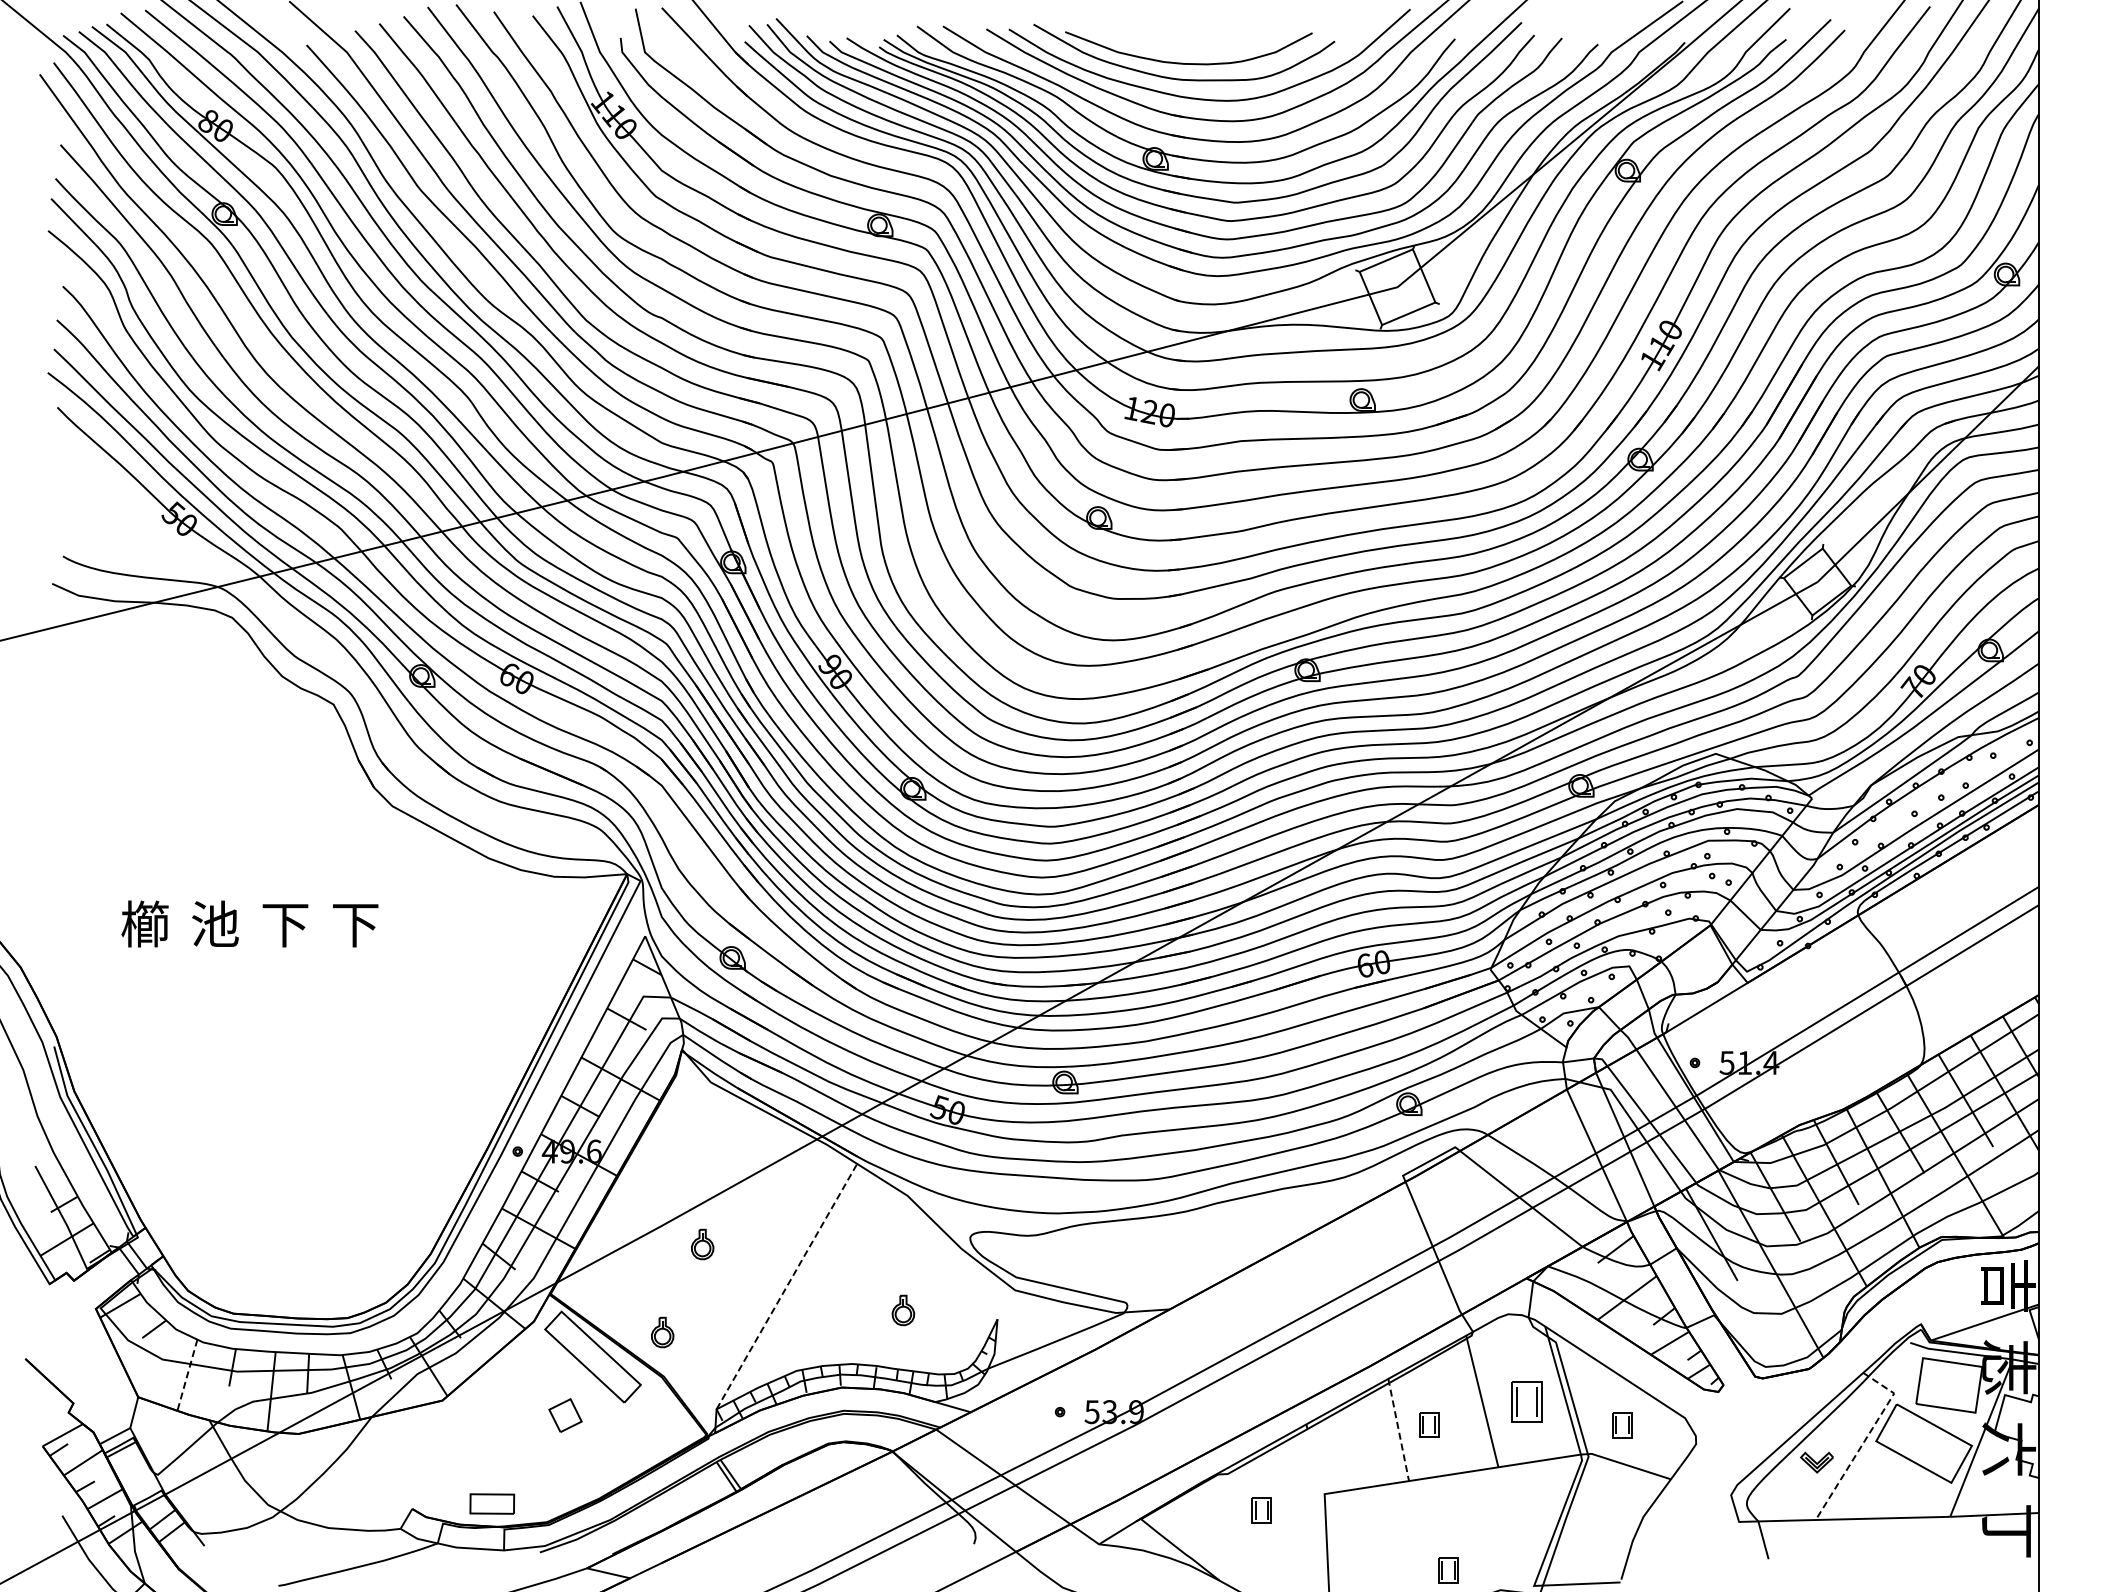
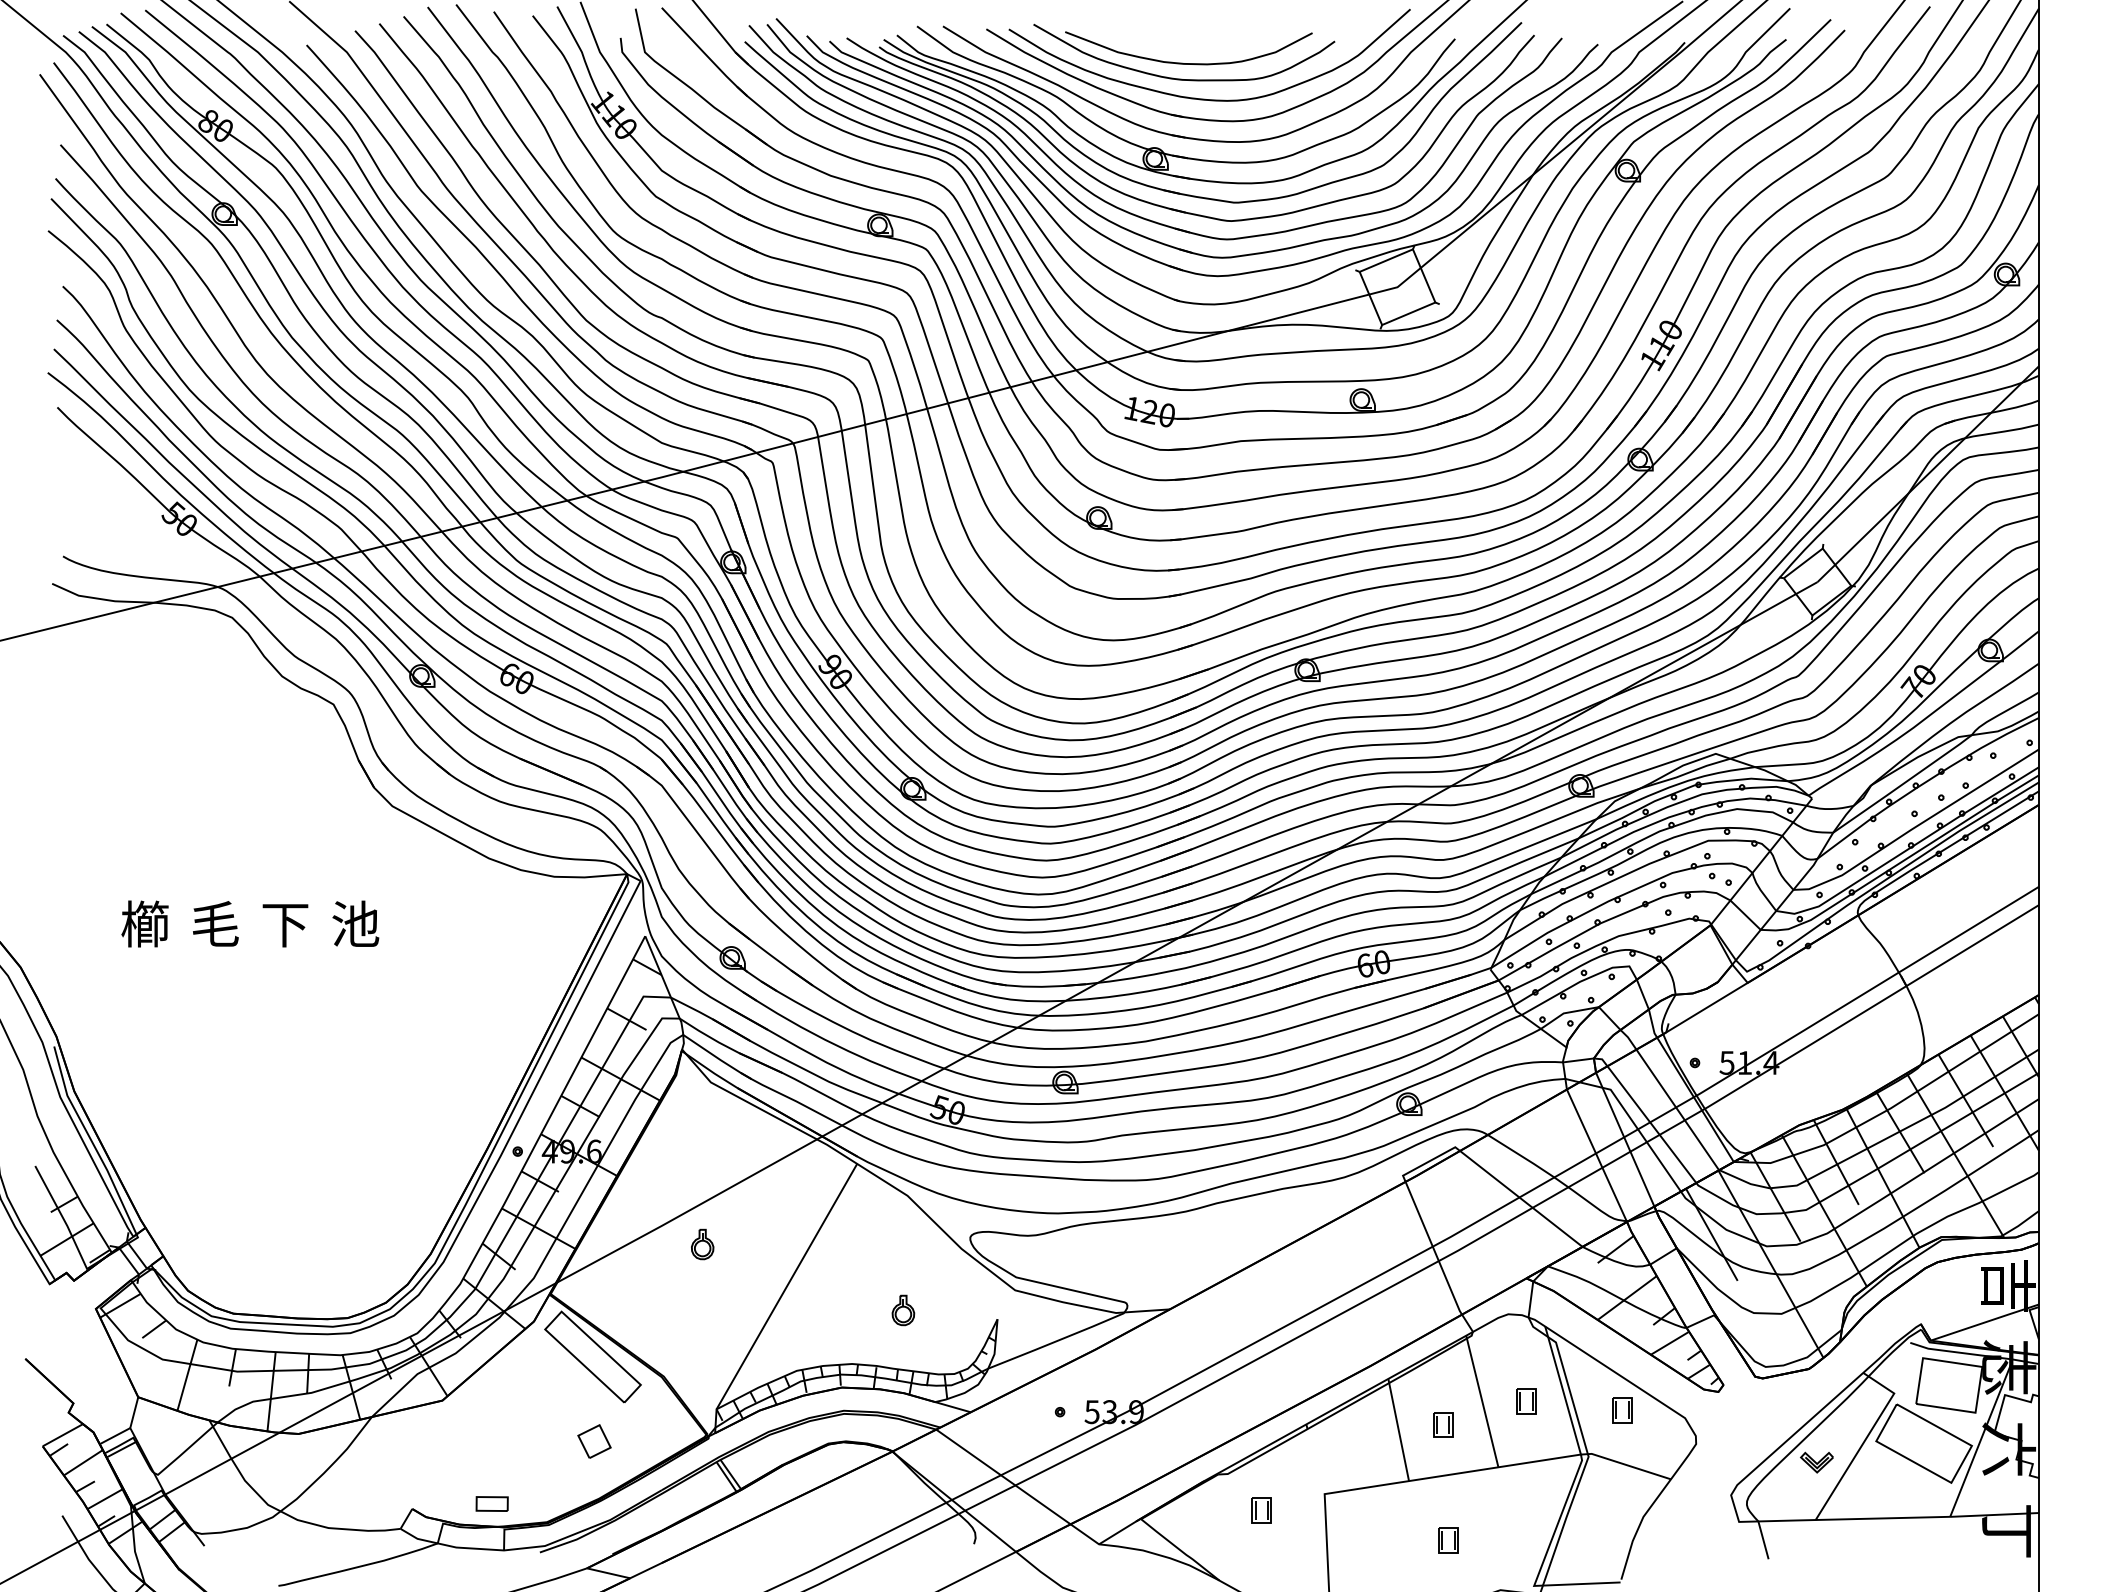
text at (215, 923): 池 -> 毛
text at (355, 923): 下 -> 池
line at (787, 1286): dashed -> solid
part at (662, 1332): present -> none
line at (187, 1375): dashed -> solid
part at (1526, 1401) size: 32x42 px -> 21x27 px
part at (565, 1415) position: (565, 1415) -> (594, 1441)
part at (1429, 1424) position: (1429, 1424) -> (1443, 1424)
part at (1622, 1425) position: (1622, 1425) -> (1622, 1410)
line at (1398, 1429): dashed -> solid
line at (1865, 1440): dashed -> solid
part at (492, 1503) size: 47x22 px -> 34x16 px
part at (1448, 1570) position: (1448, 1570) -> (1448, 1540)
